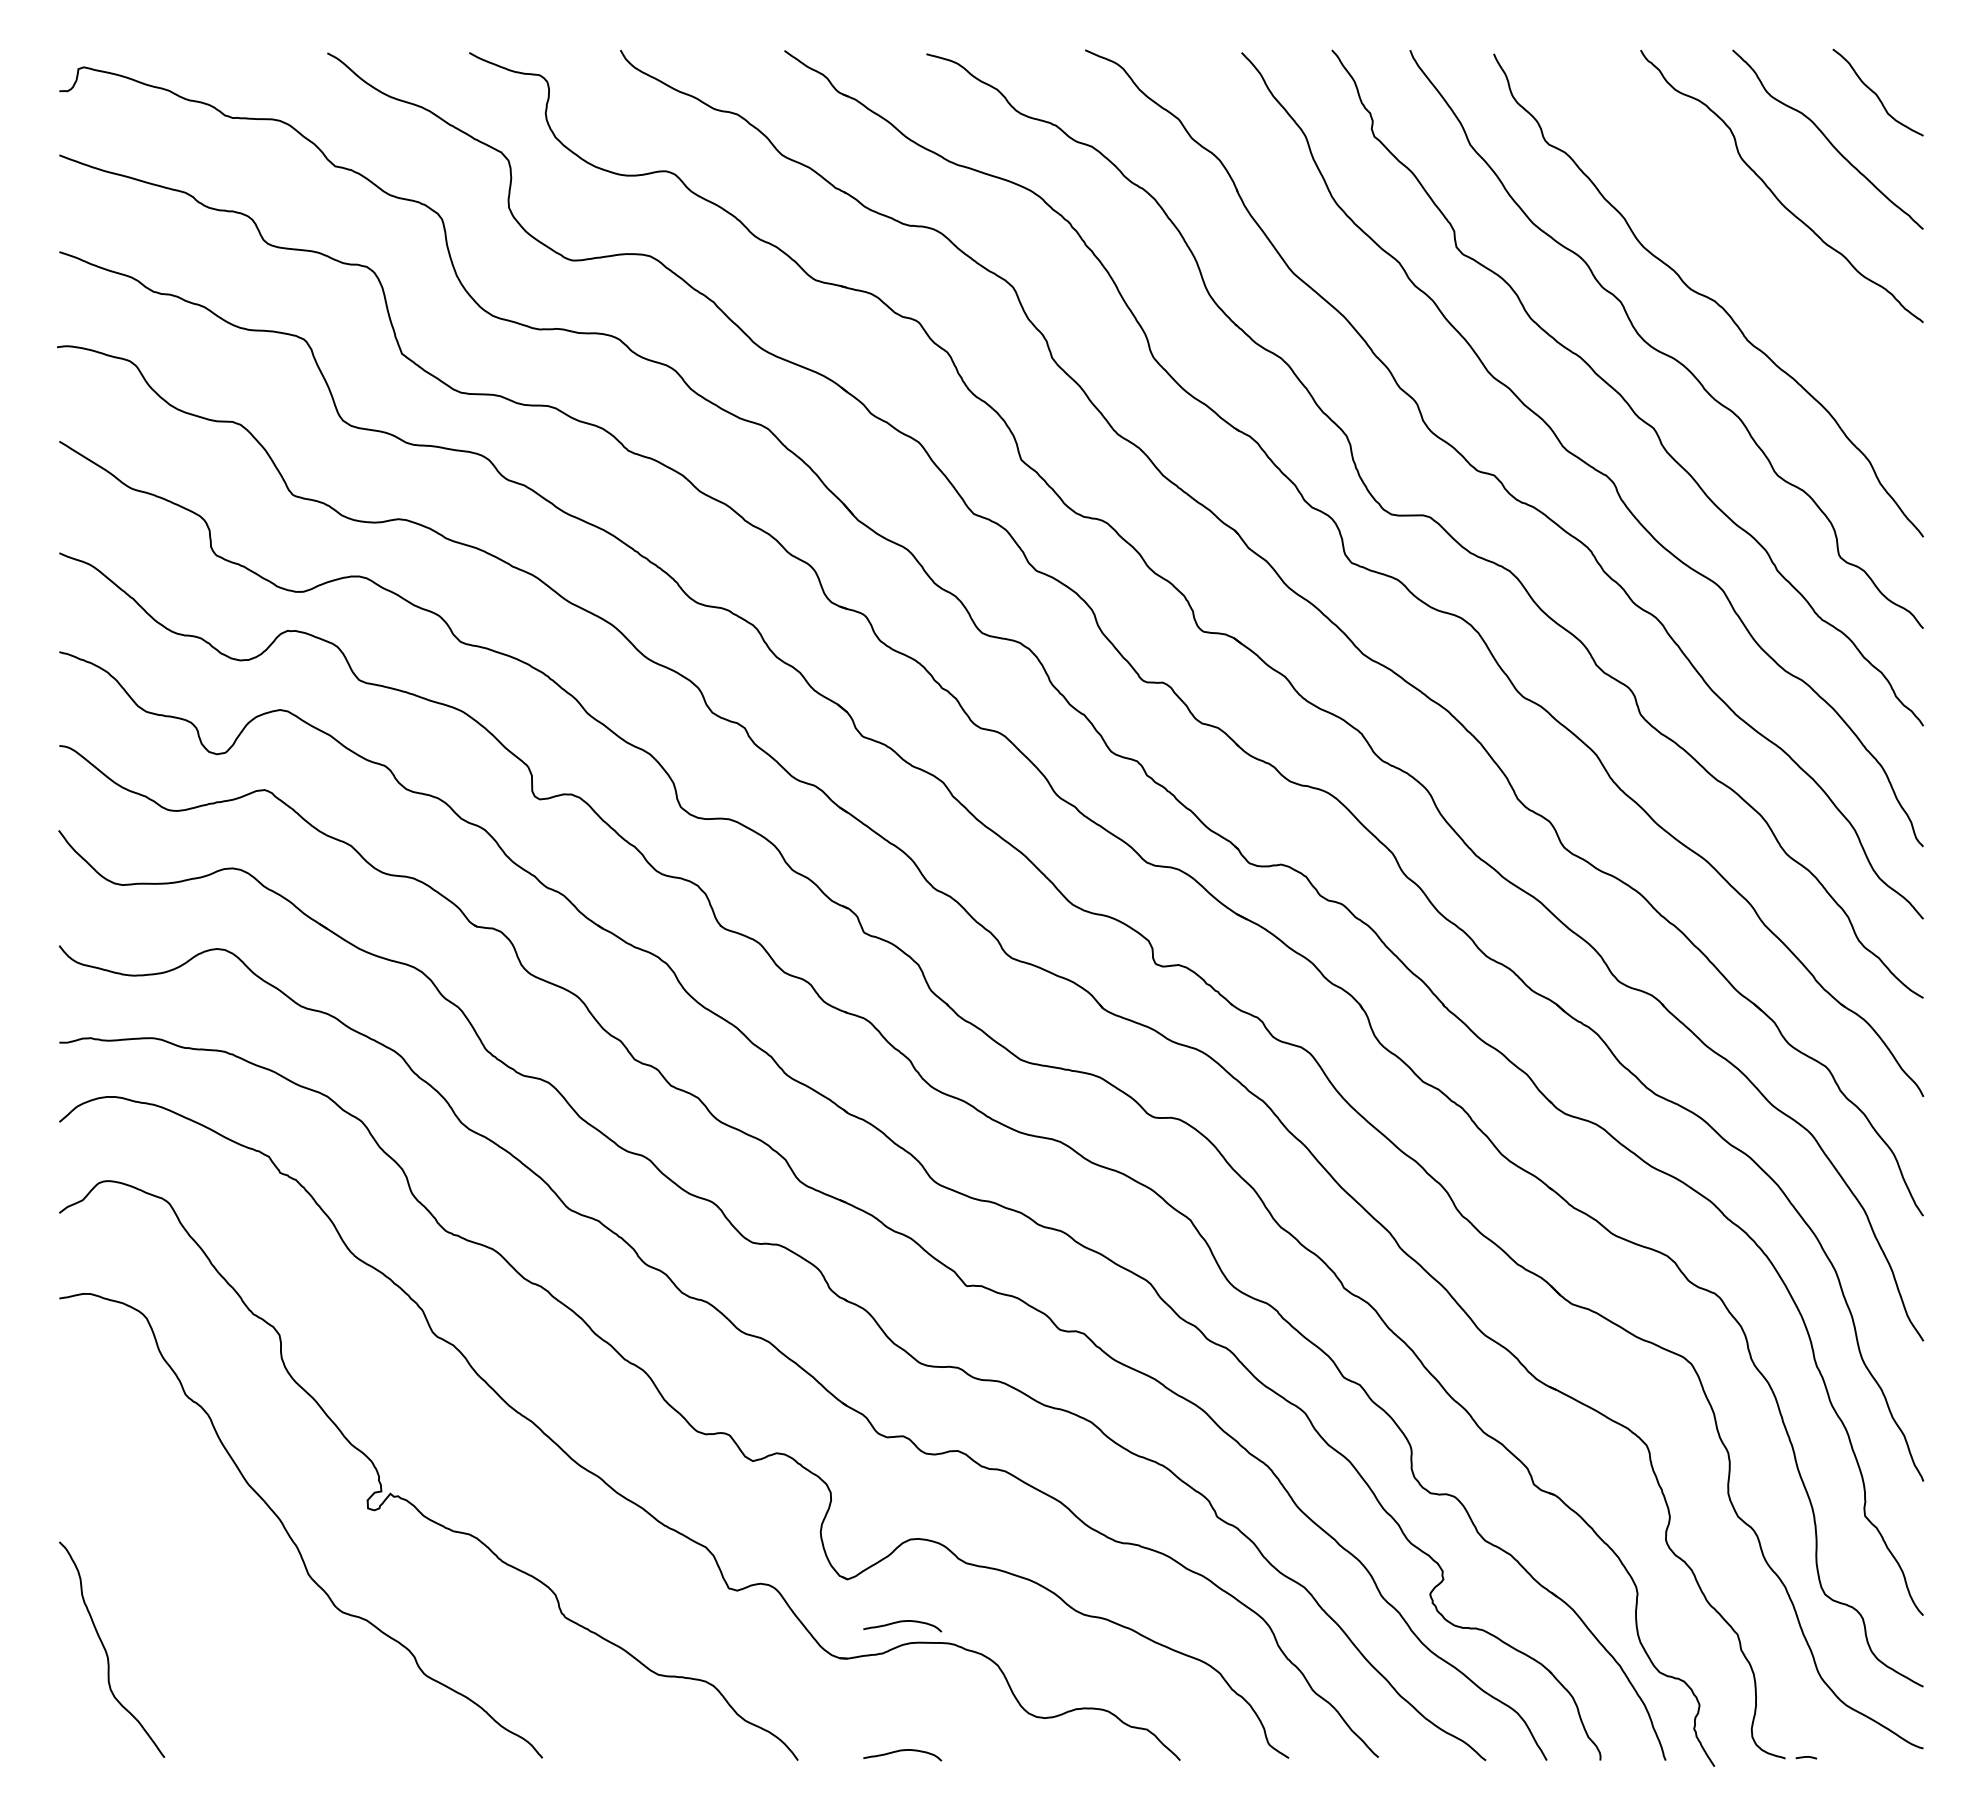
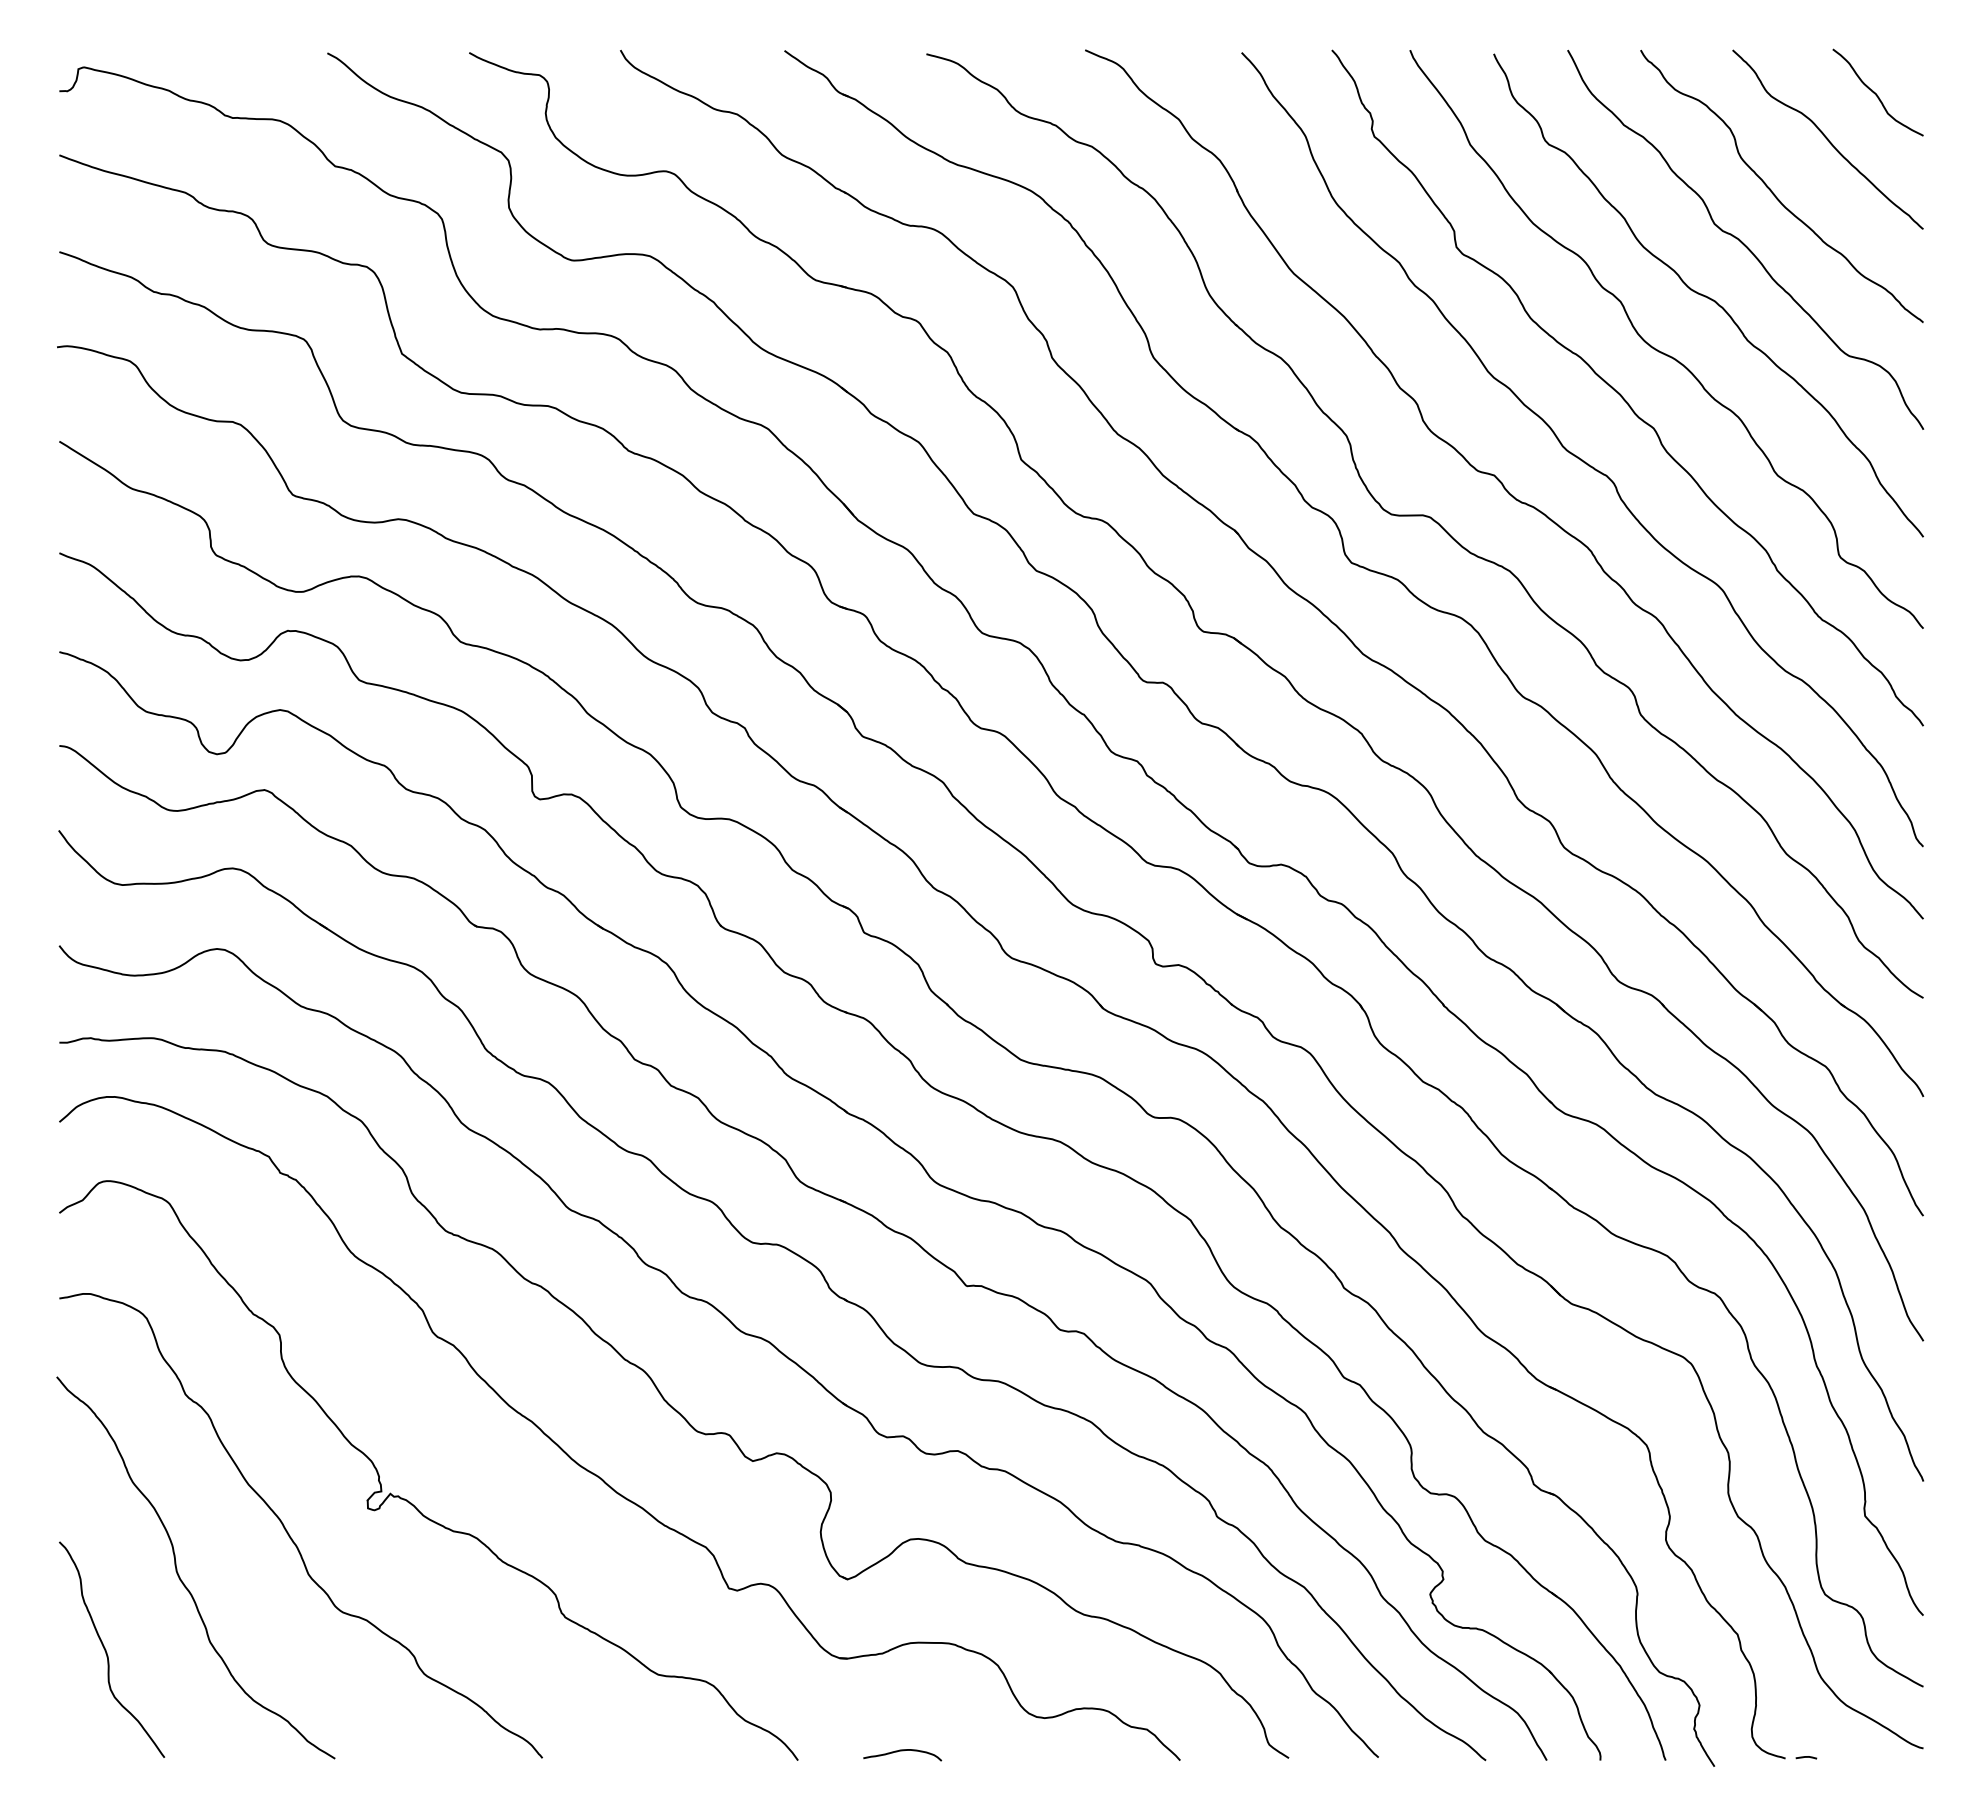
curve at (1742, 241): none -> present
curve at (178, 1572): none -> present
curve at (902, 1622): present -> none
